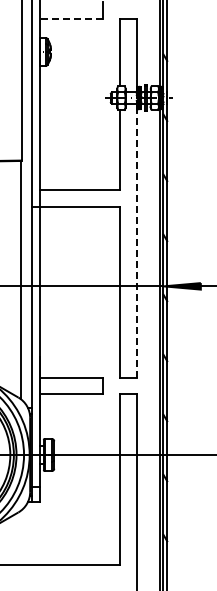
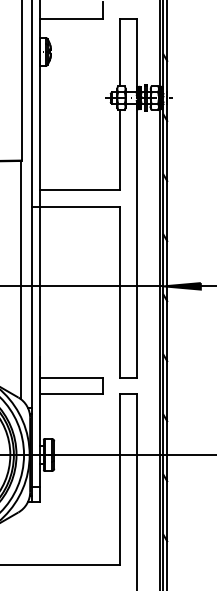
line at (71, 19): dashed -> solid
line at (137, 242): dashed -> solid
